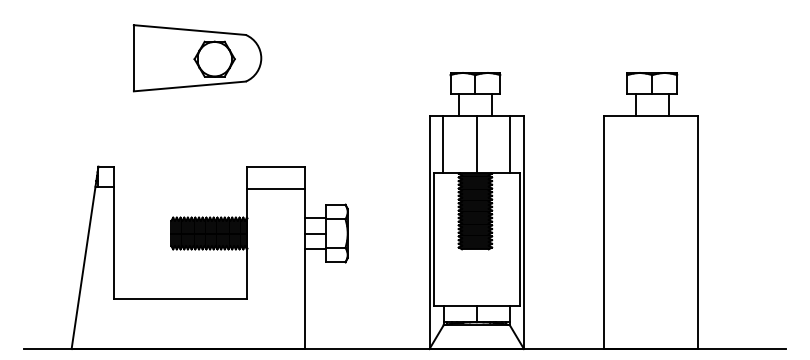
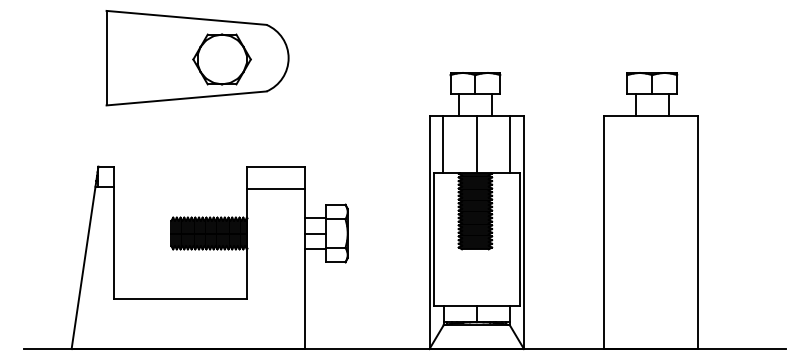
part at (197, 58) size: 131x69 px -> 185x97 px
